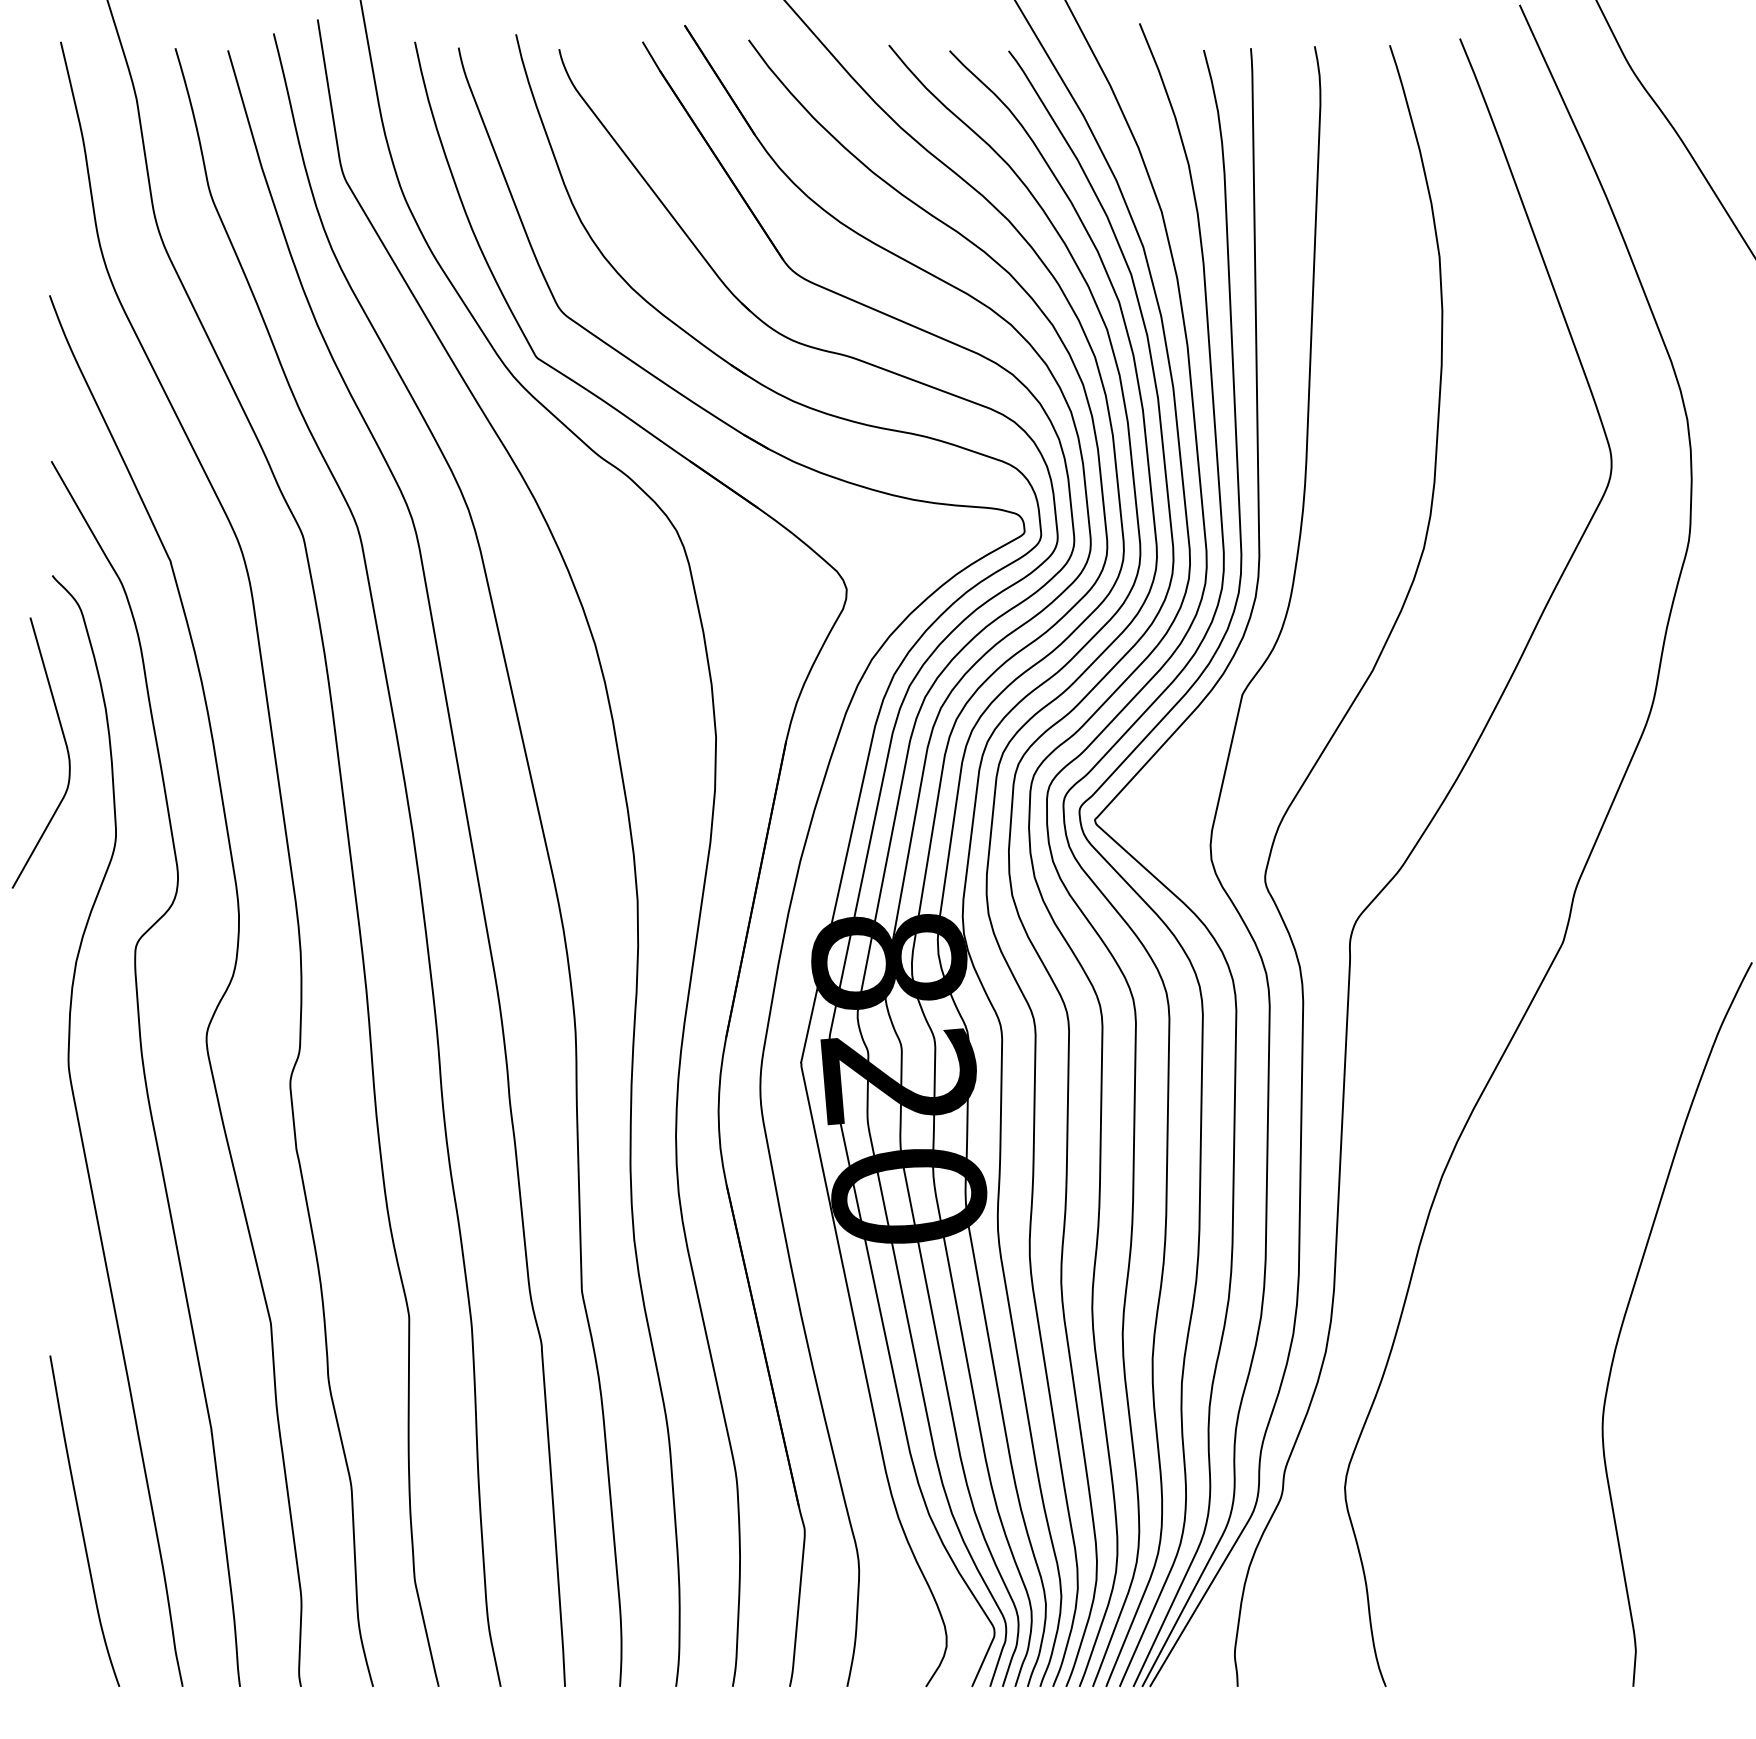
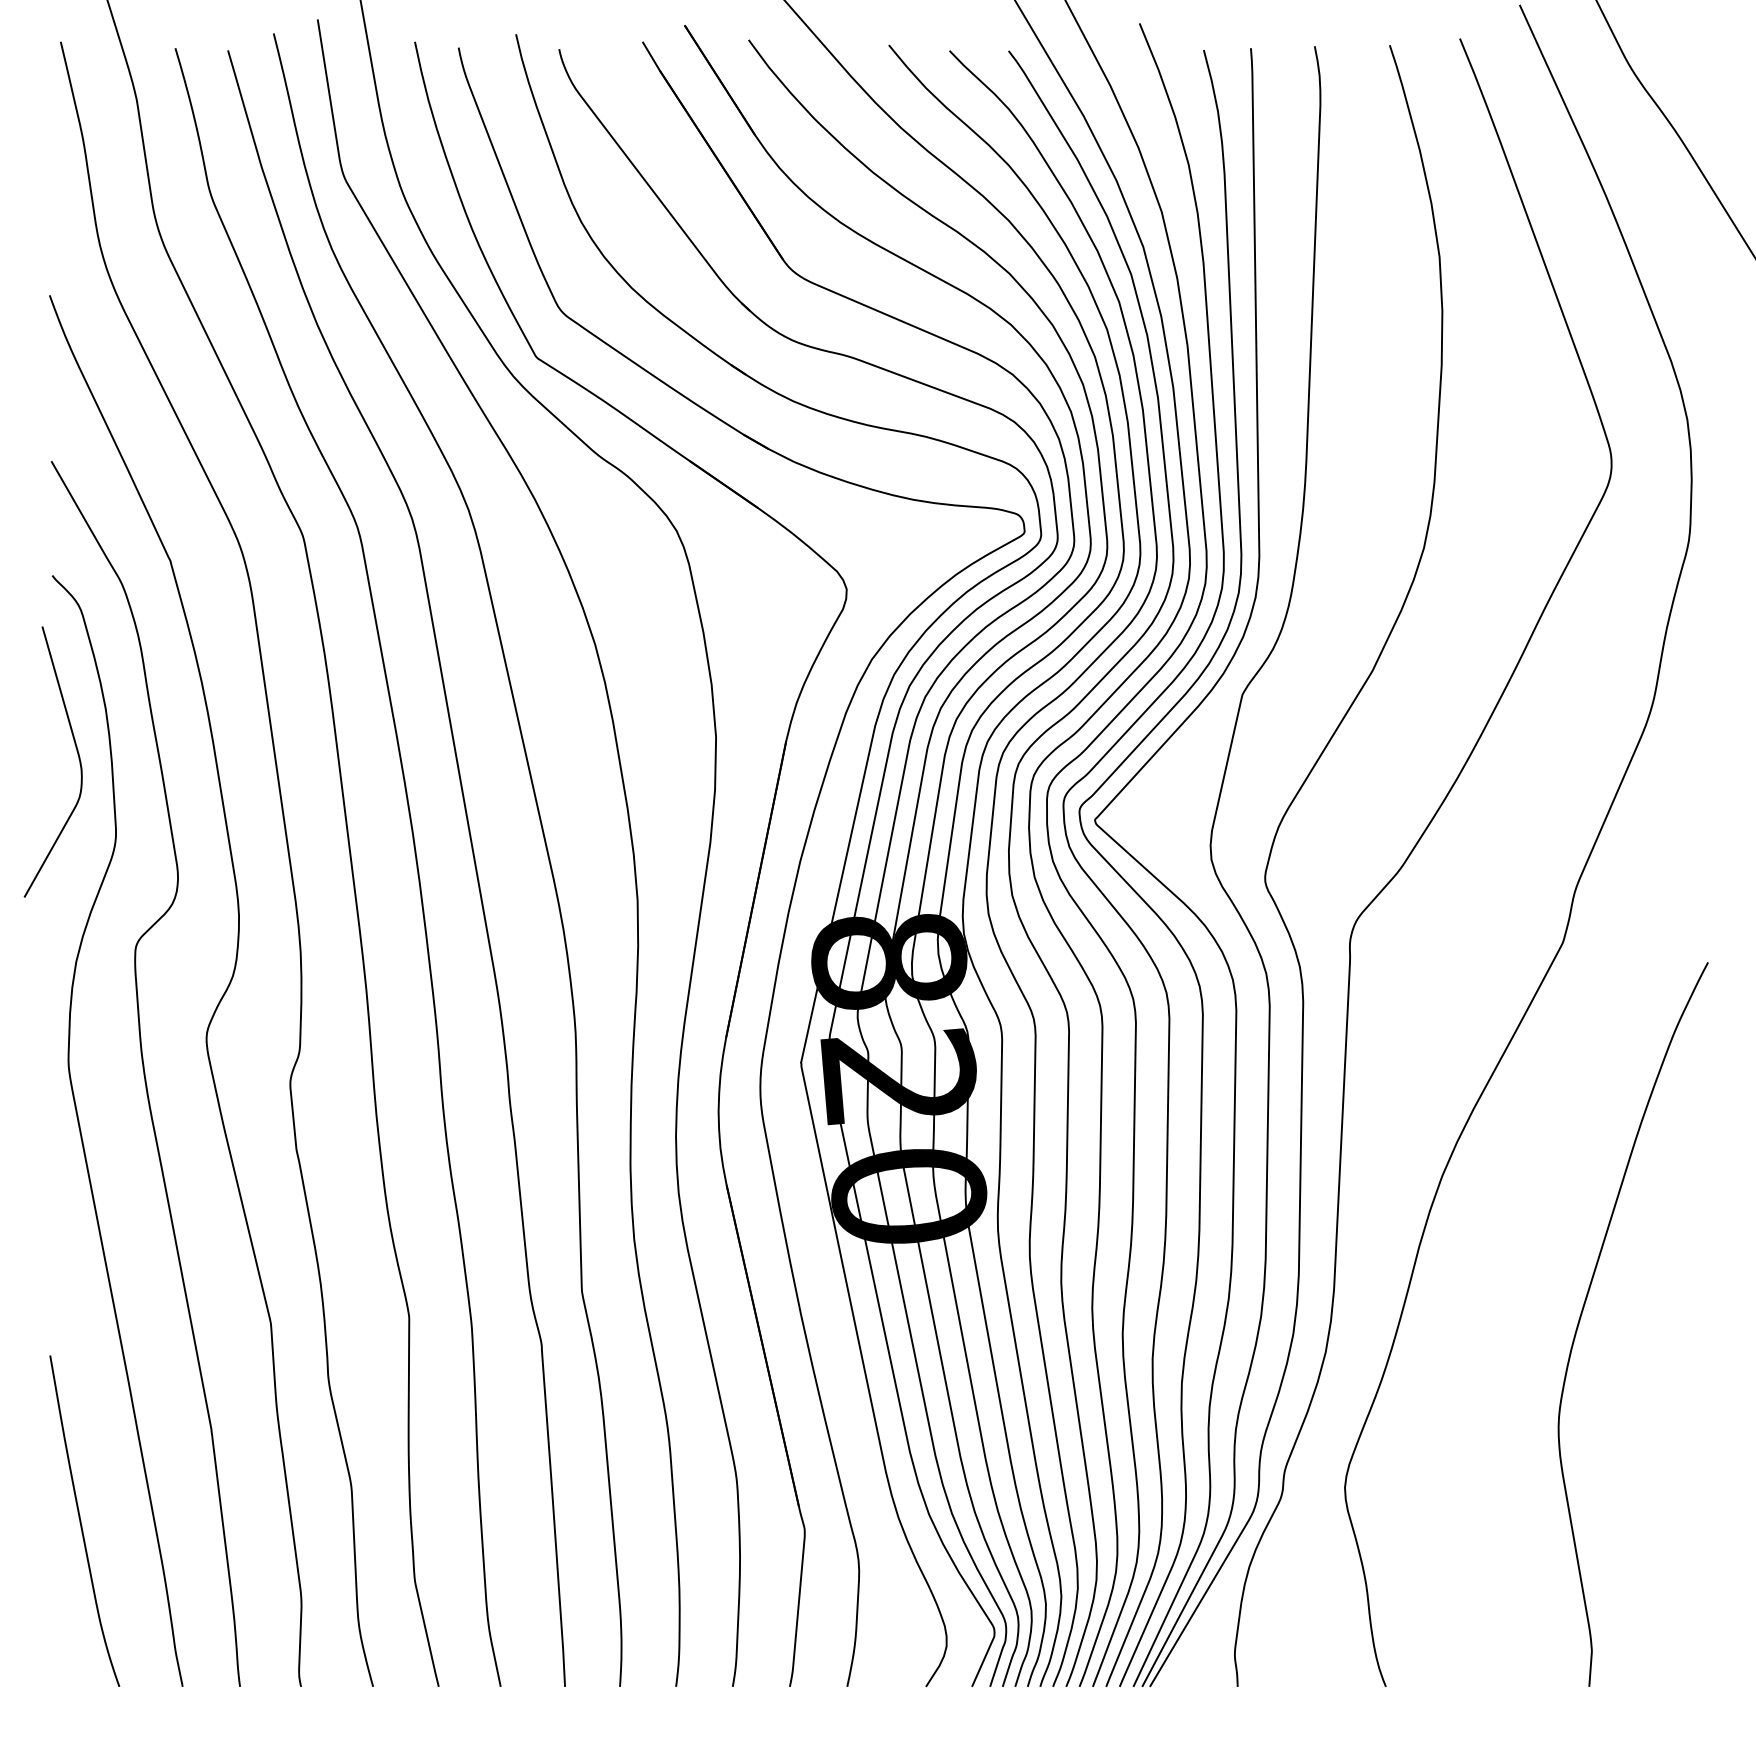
curve at (65, 745) position: (65, 745) -> (77, 754)
curve at (1627, 1311) position: (1627, 1311) -> (1583, 1311)
